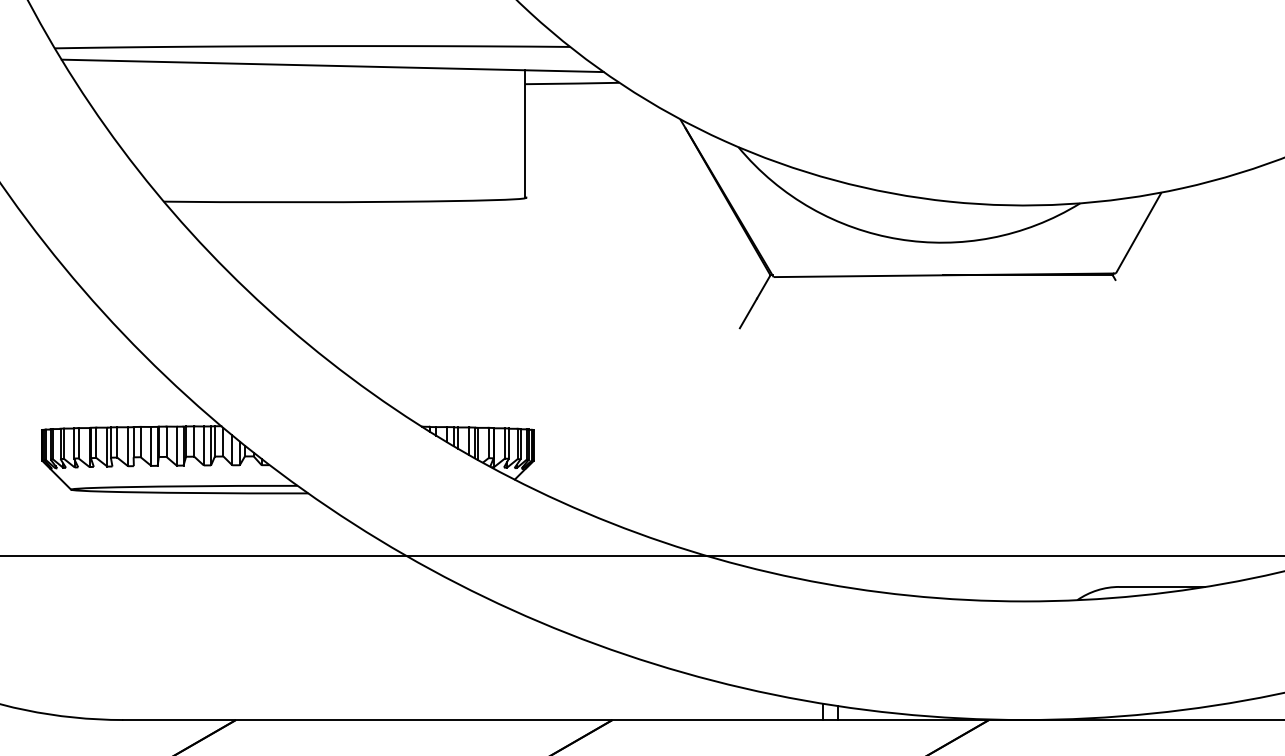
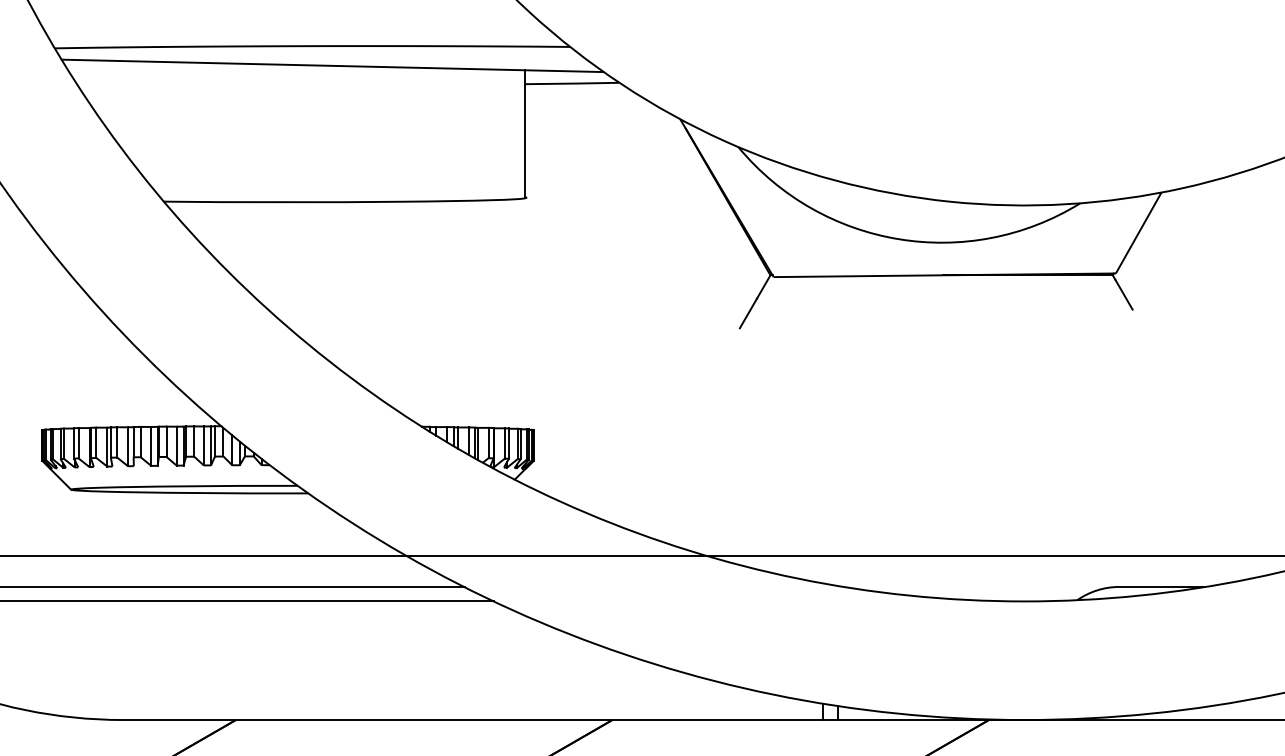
line at (1123, 294): none -> present
line at (233, 586): none -> present
line at (248, 601): none -> present
